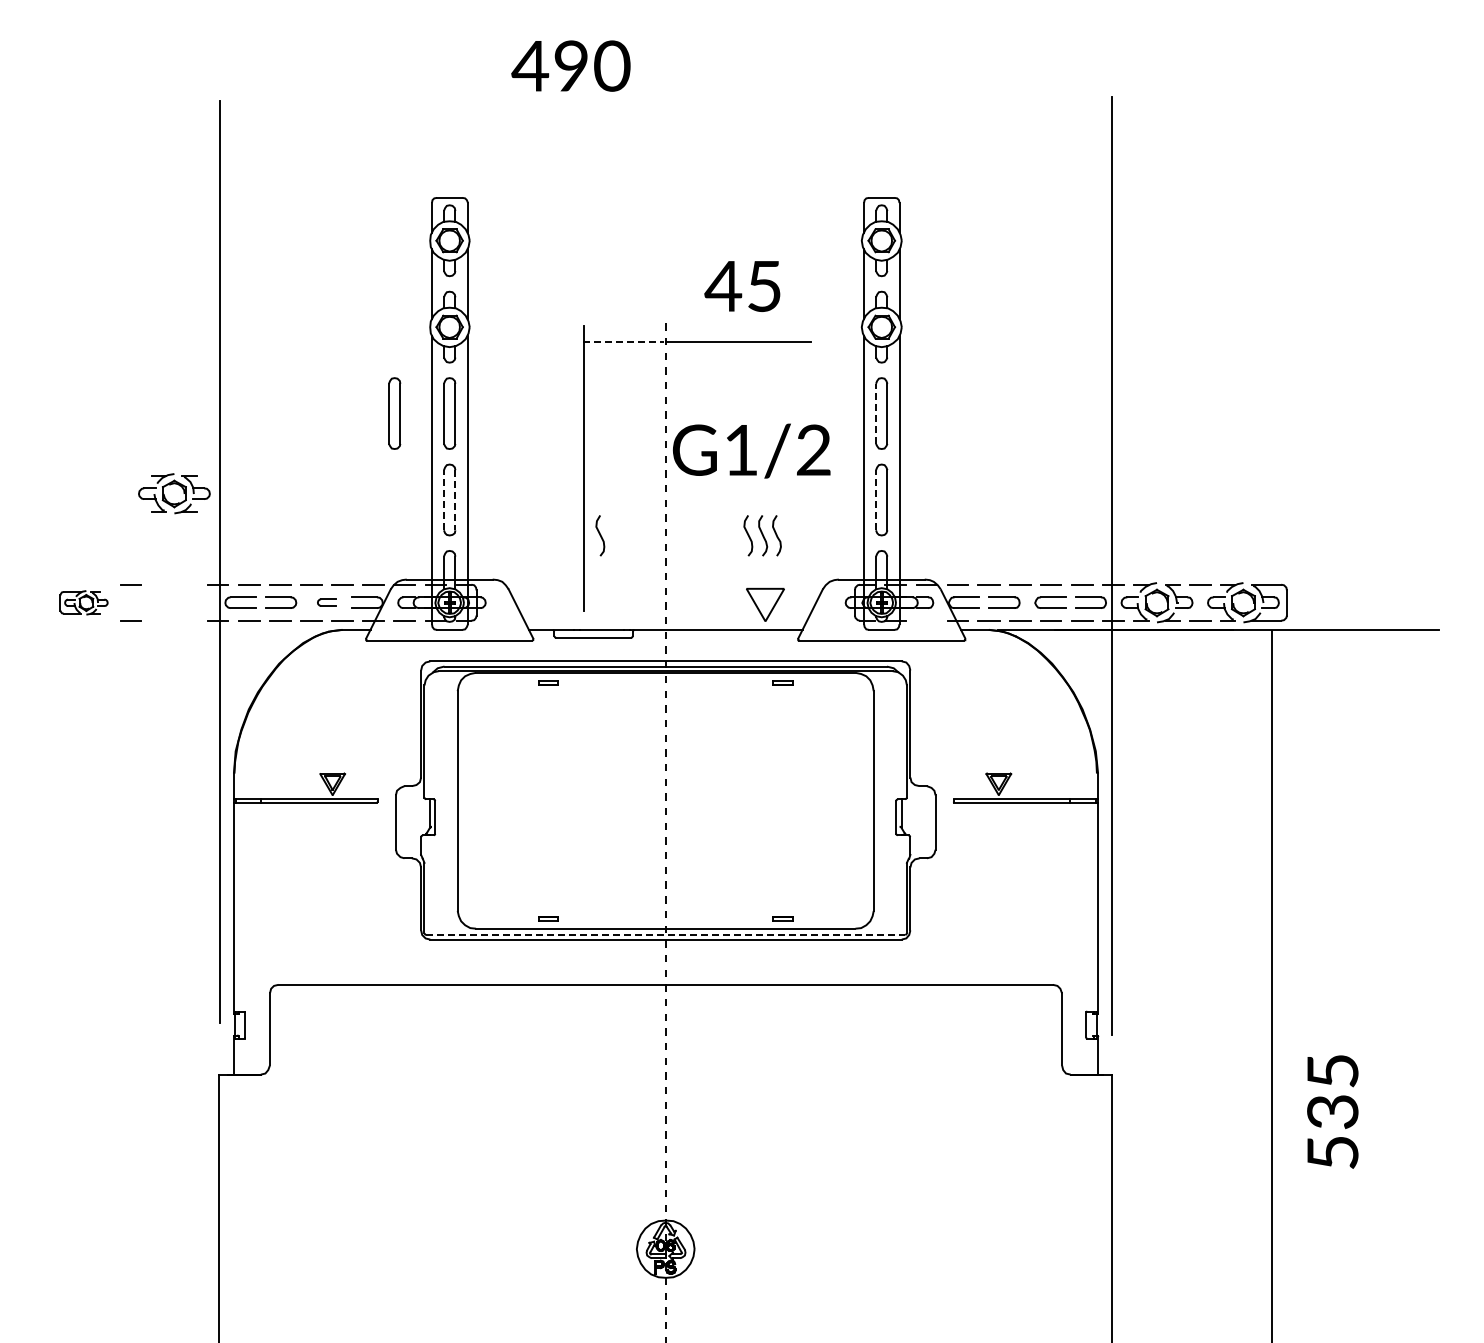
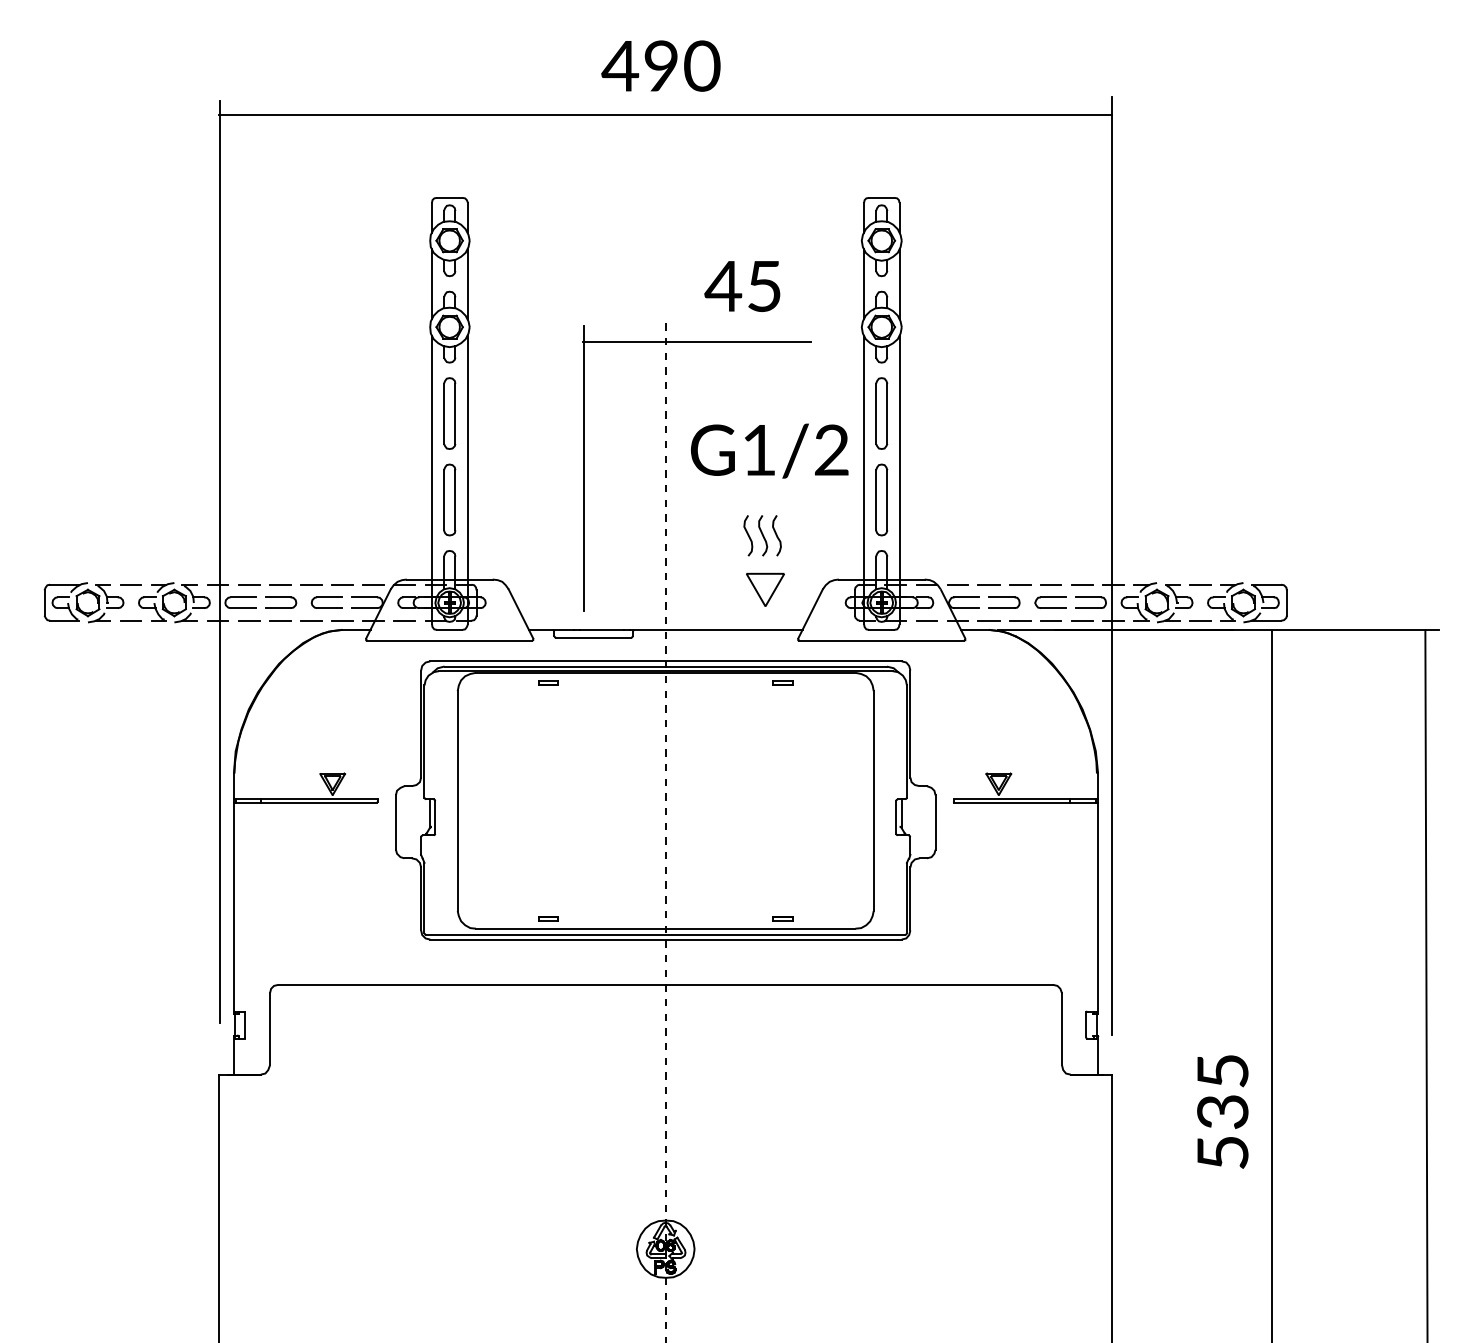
text at (570, 65) position: (570, 65) -> (660, 65)
line at (665, 114): none -> present
line at (623, 341): dashed -> solid
part at (394, 413): present -> none
line at (876, 413): dashed -> solid
text at (751, 450) position: (751, 450) -> (769, 450)
part at (174, 493) position: (174, 493) -> (174, 602)
line at (443, 499): dashed -> solid
line at (876, 499): dashed -> solid
line at (455, 500): dashed -> solid
curve at (600, 535): present -> none
part at (83, 602) size: 50x26 px -> 82x42 px
part at (326, 602) size: 20x9 px -> 32x13 px
part at (765, 604) position: (765, 604) -> (765, 589)
line at (926, 620): none -> present
line at (666, 935): dashed -> solid
line at (1426, 984): none -> present
text at (1332, 1111) position: (1332, 1111) -> (1222, 1111)
